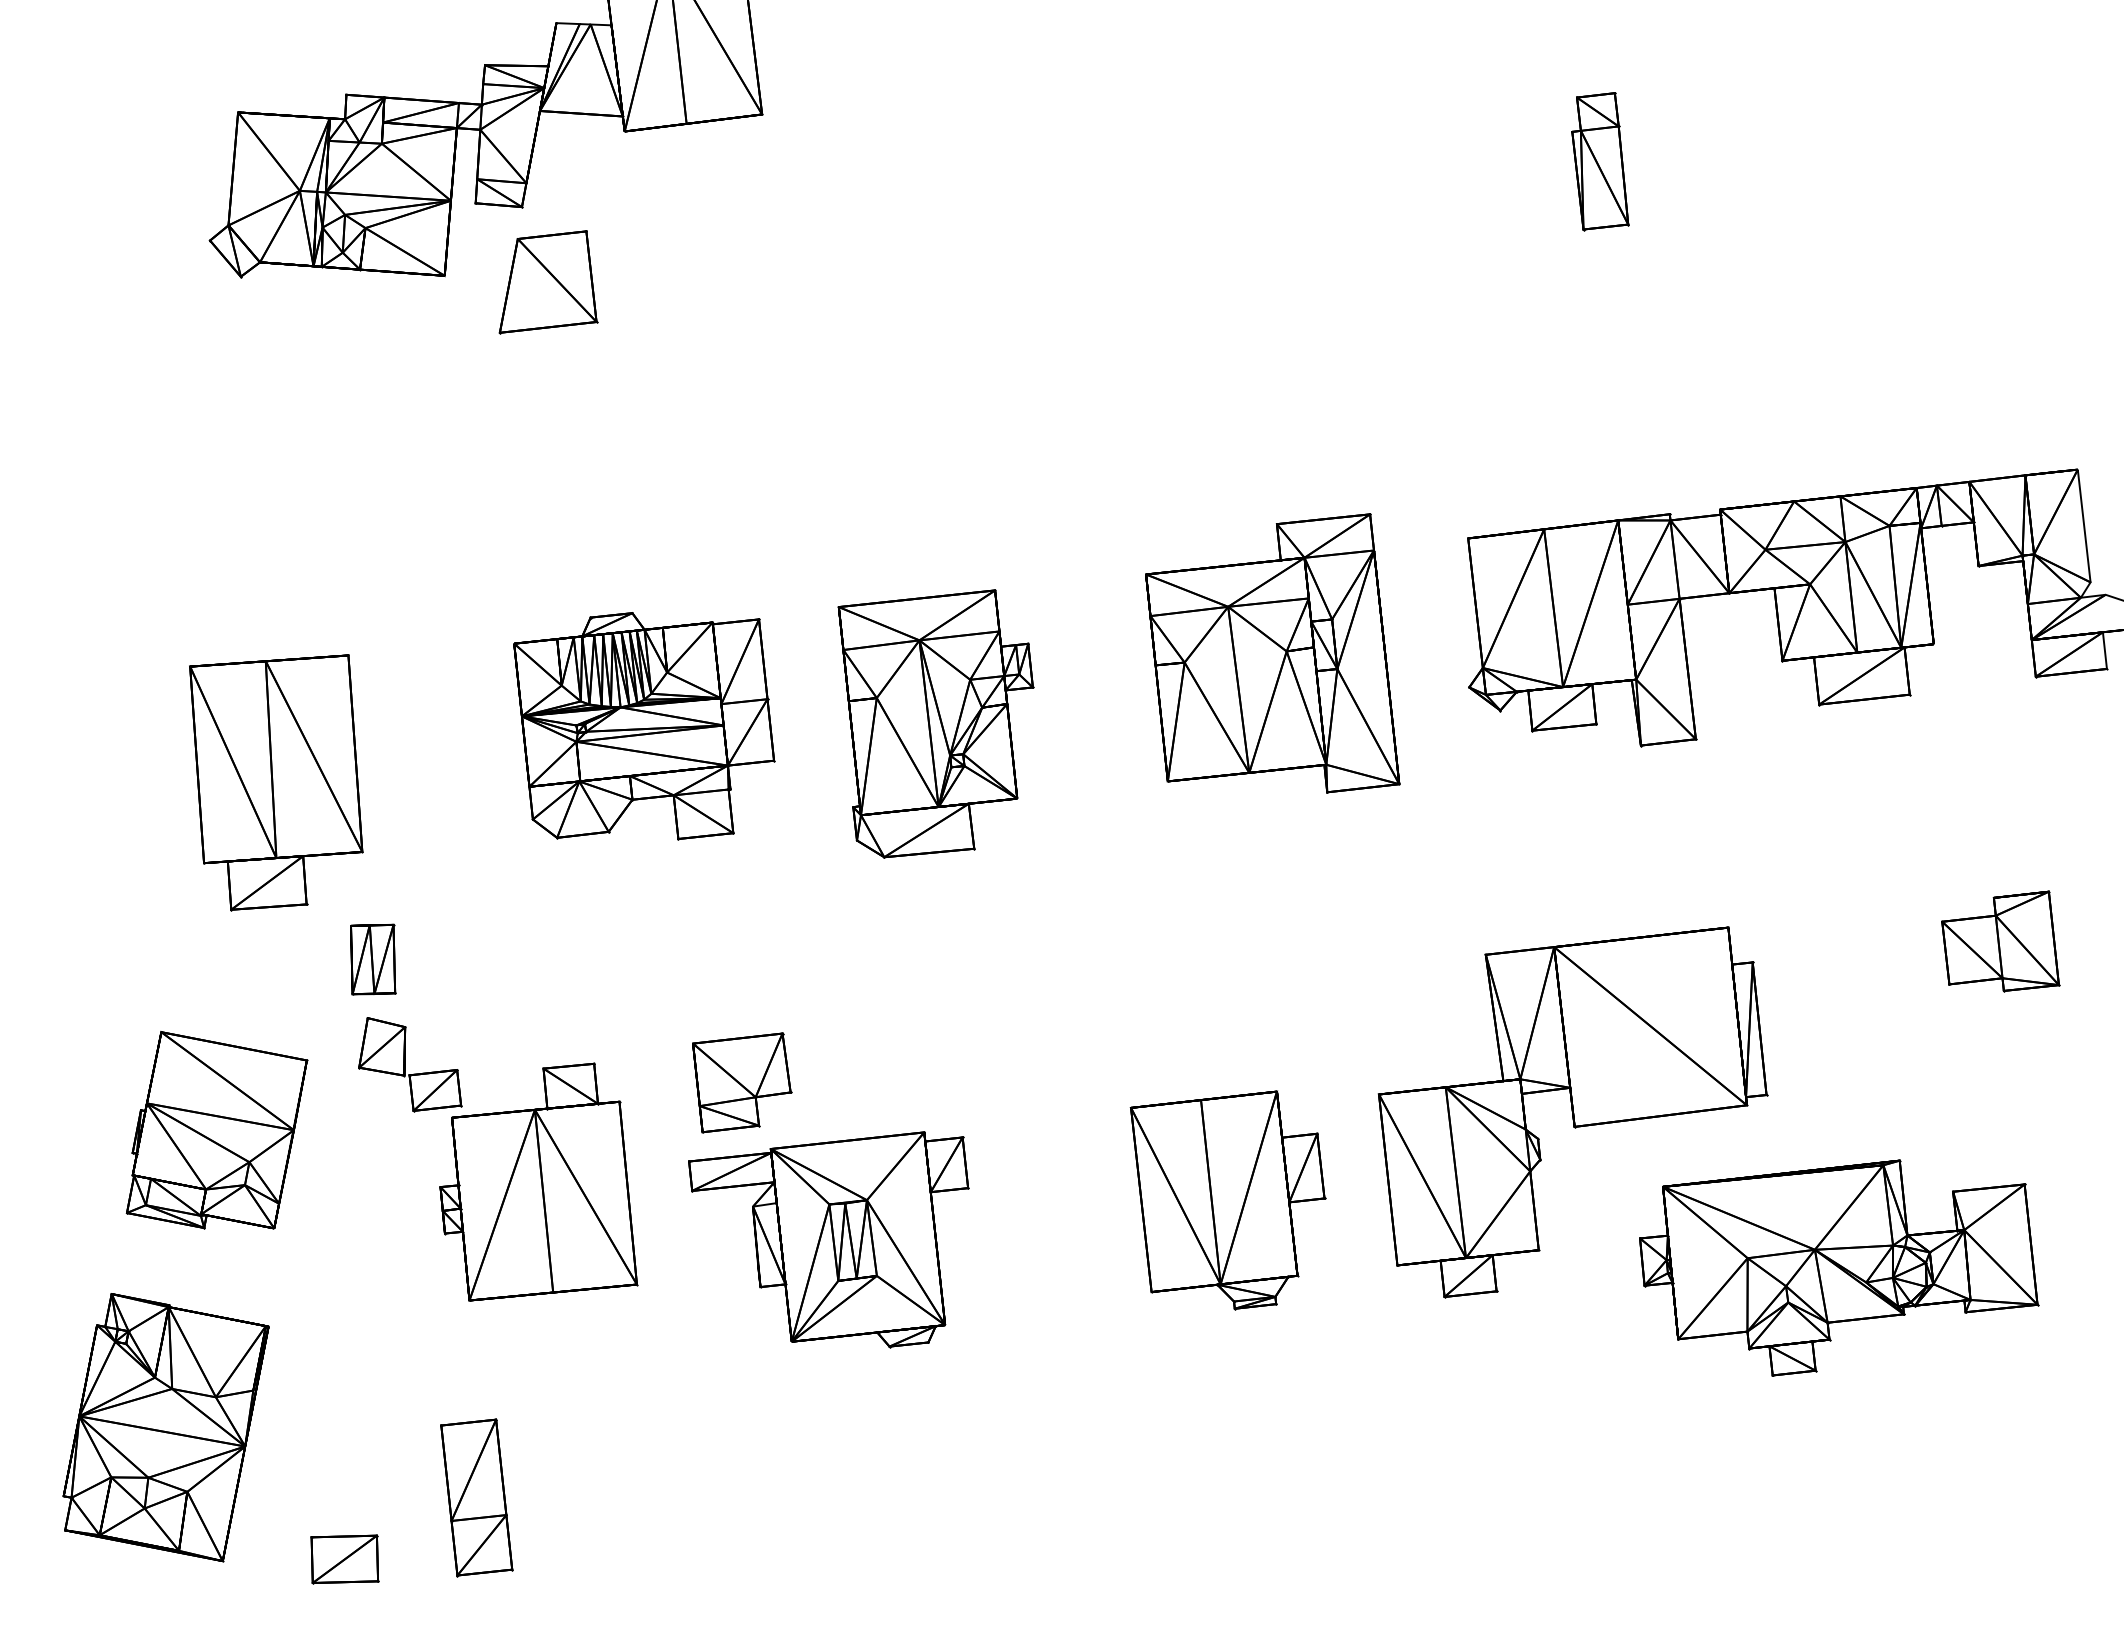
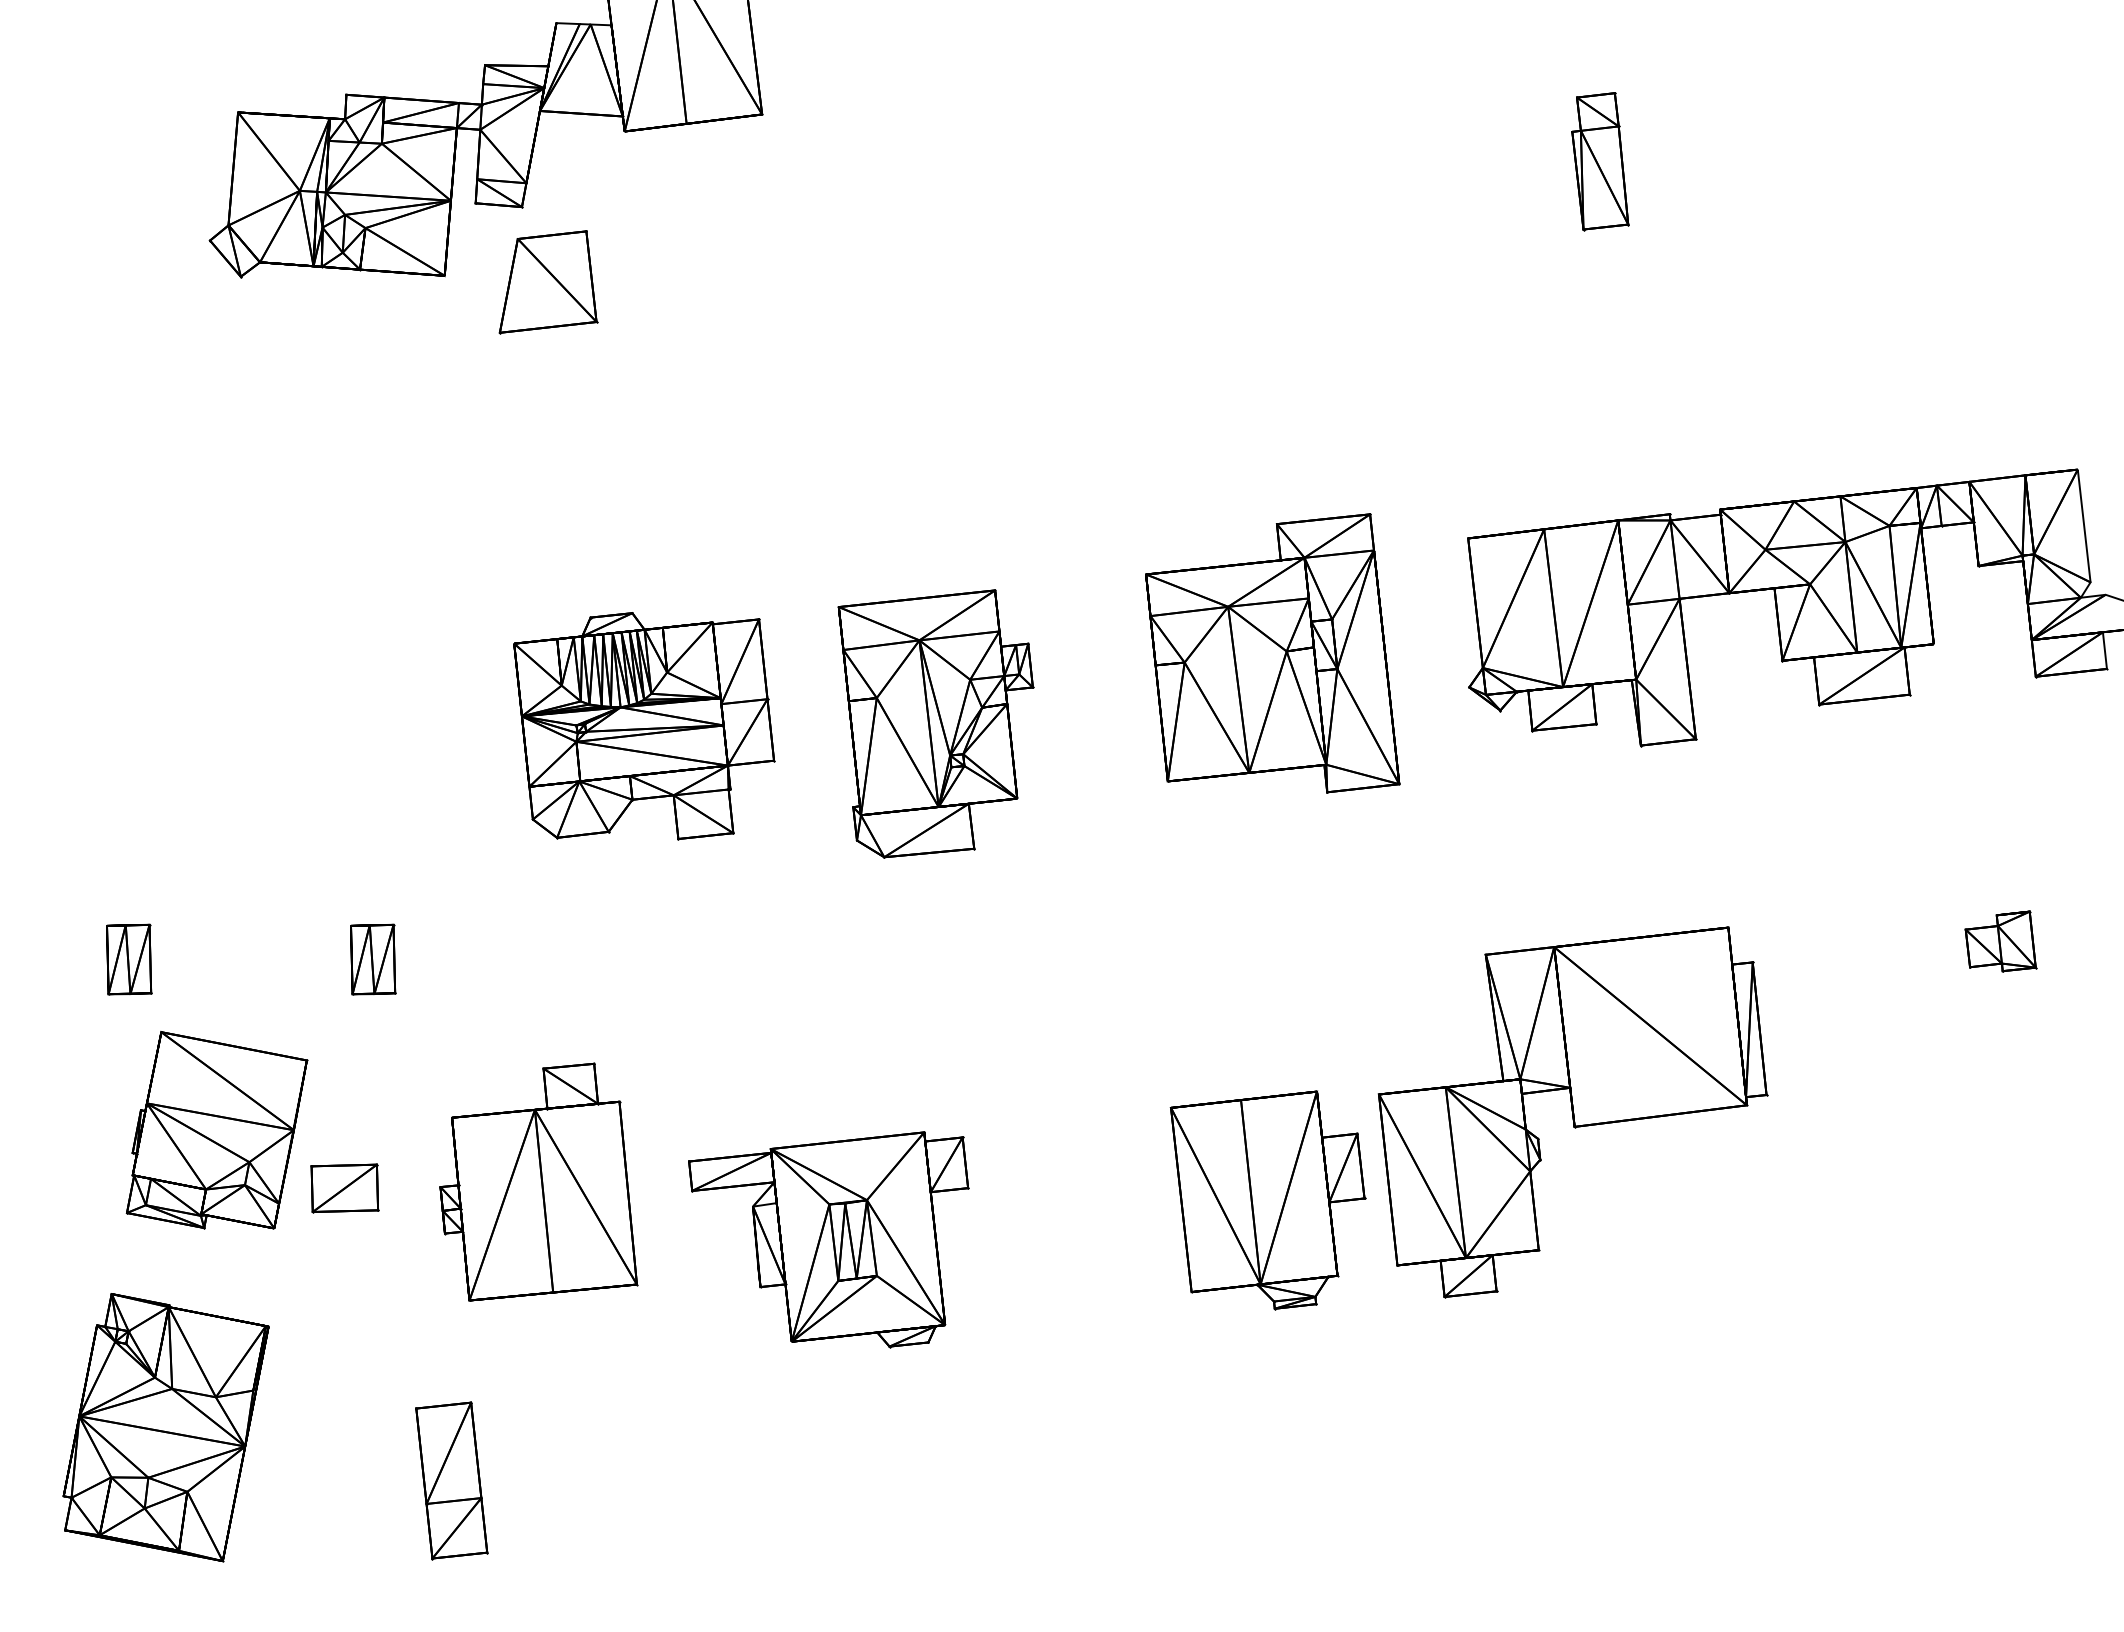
part at (276, 782): present -> none
part at (2000, 941) size: 120x103 px -> 74x63 px
part at (129, 959): none -> present
part at (410, 1064): present -> none
part at (742, 1082): present -> none
part at (1227, 1200) position: (1227, 1200) -> (1267, 1200)
part at (1839, 1267): present -> none
part at (476, 1497) position: (476, 1497) -> (451, 1480)
part at (344, 1559) position: (344, 1559) -> (344, 1188)
